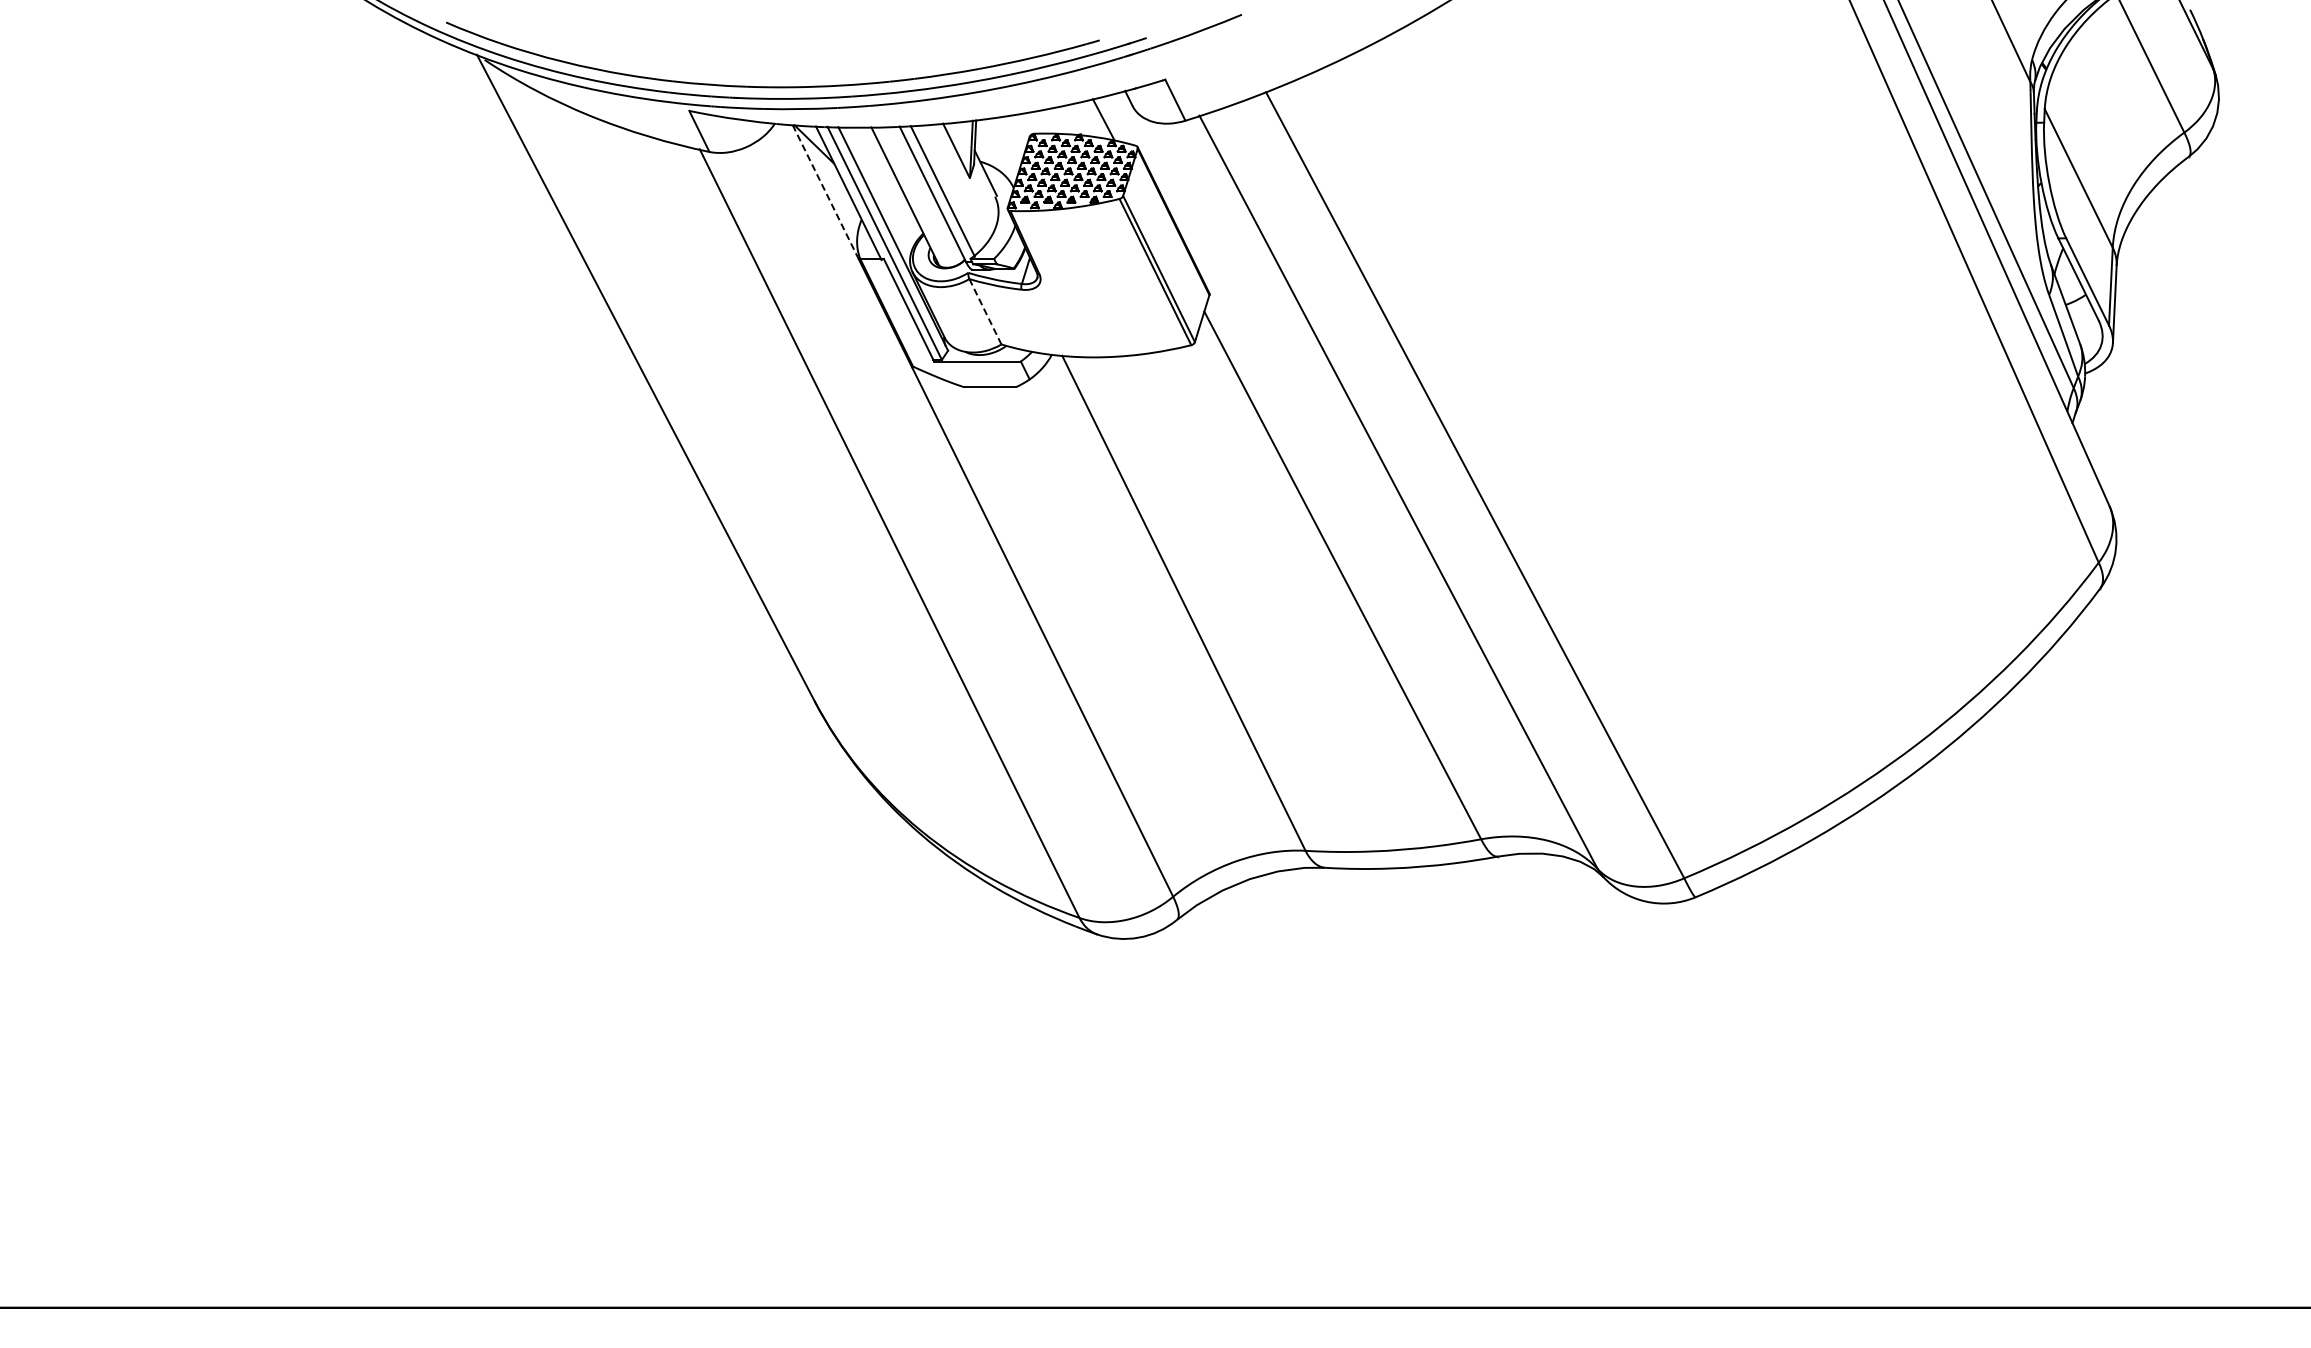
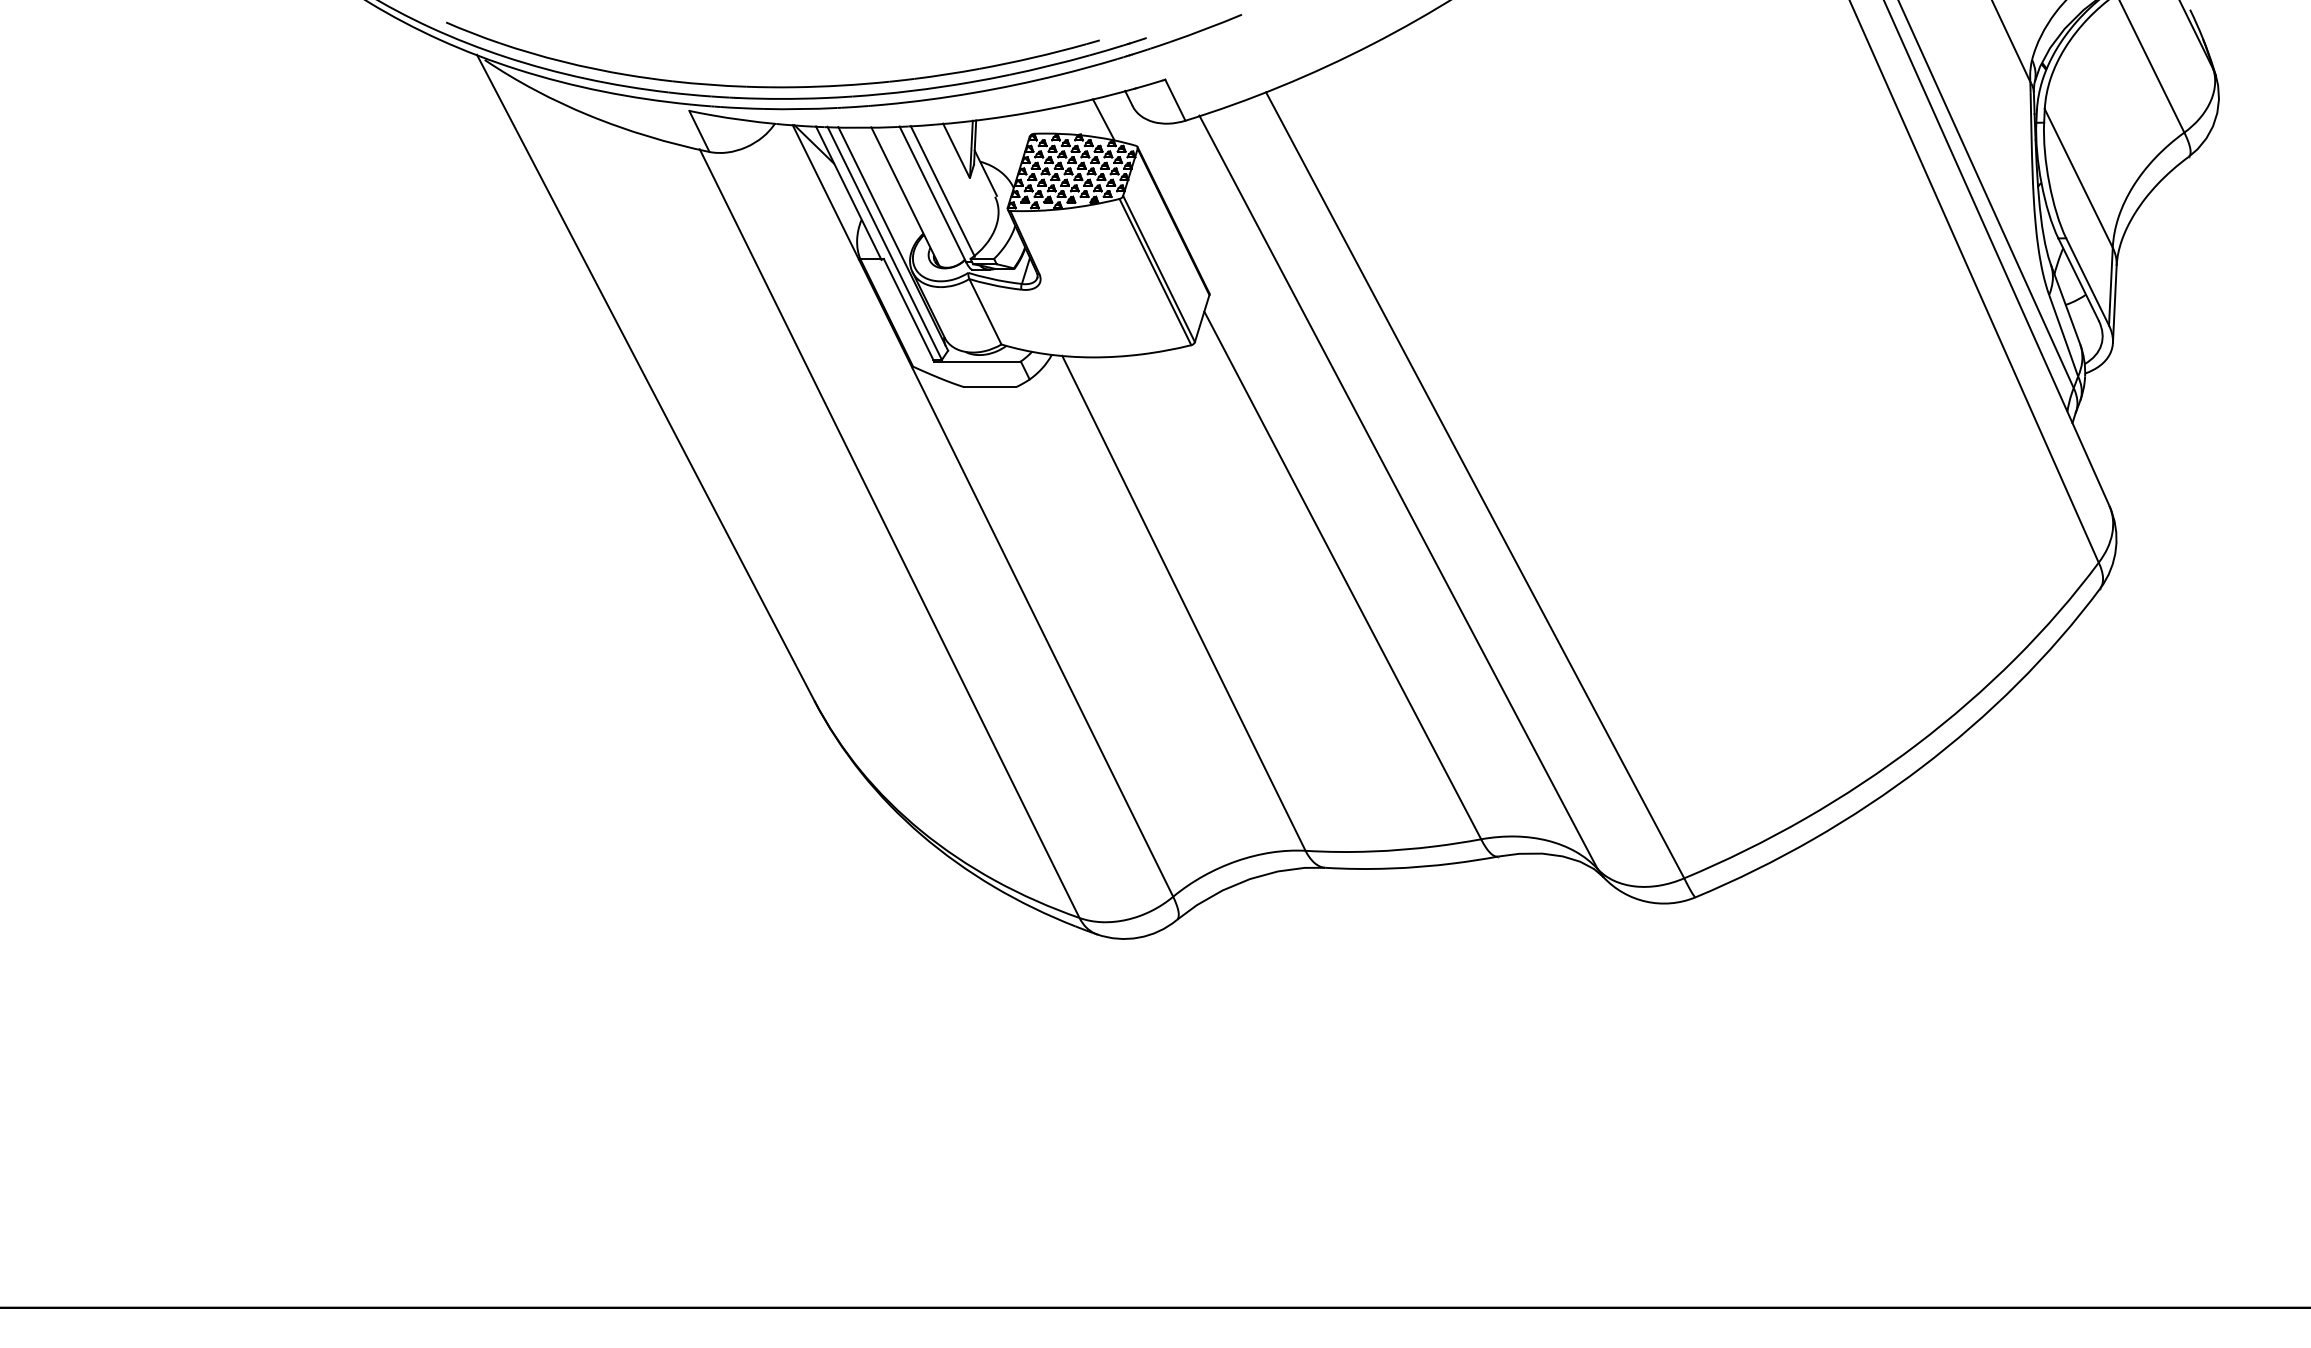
line at (825, 192): dashed -> solid
line at (985, 312): dashed -> solid
